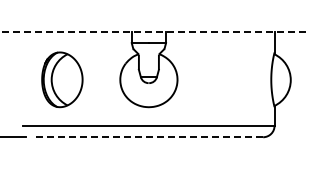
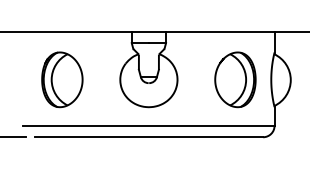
line at (154, 31): dashed -> solid
part at (235, 79): none -> present
line at (148, 137): dashed -> solid
